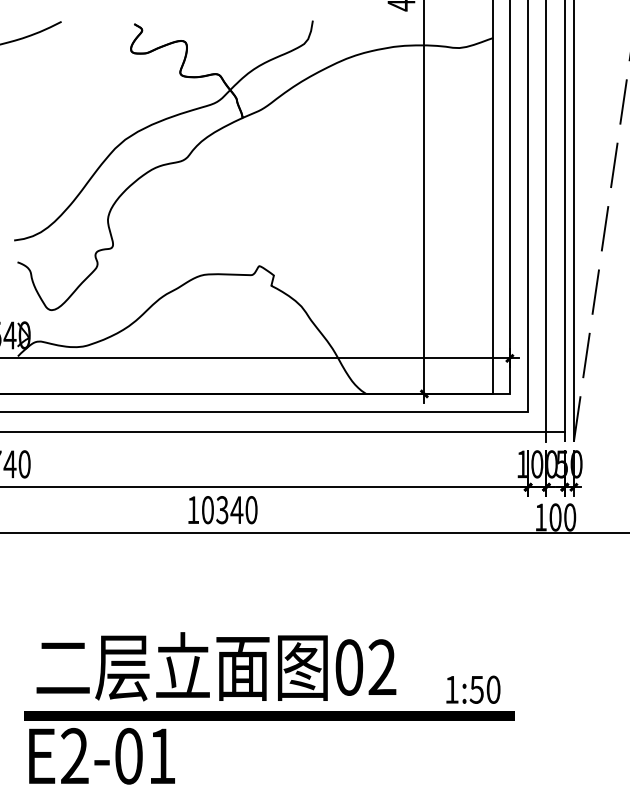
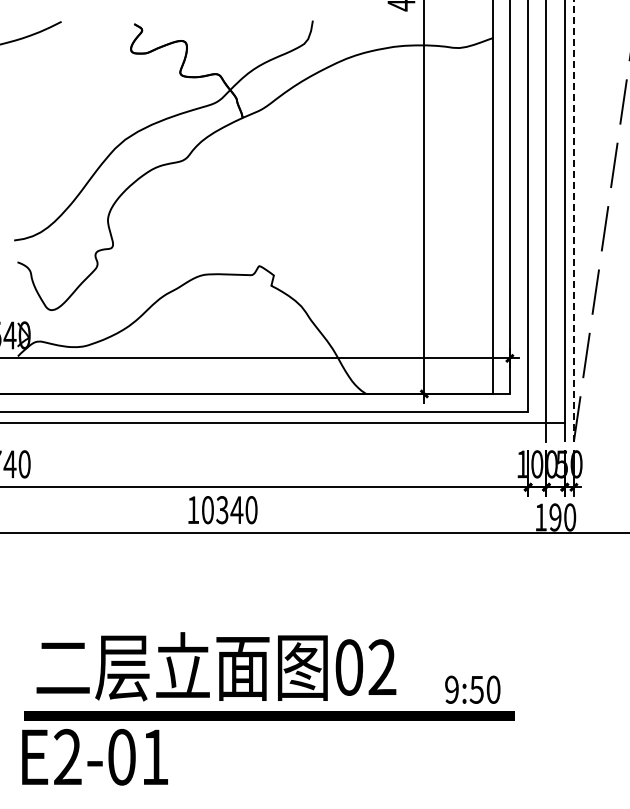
line at (573, 220): solid -> dashed
line at (283, 432) position: (283, 432) -> (283, 423)
text at (555, 517): 100 -> 190
text at (451, 689): 1:50 -> 9:50
text at (101, 756) position: (101, 756) -> (94, 757)
